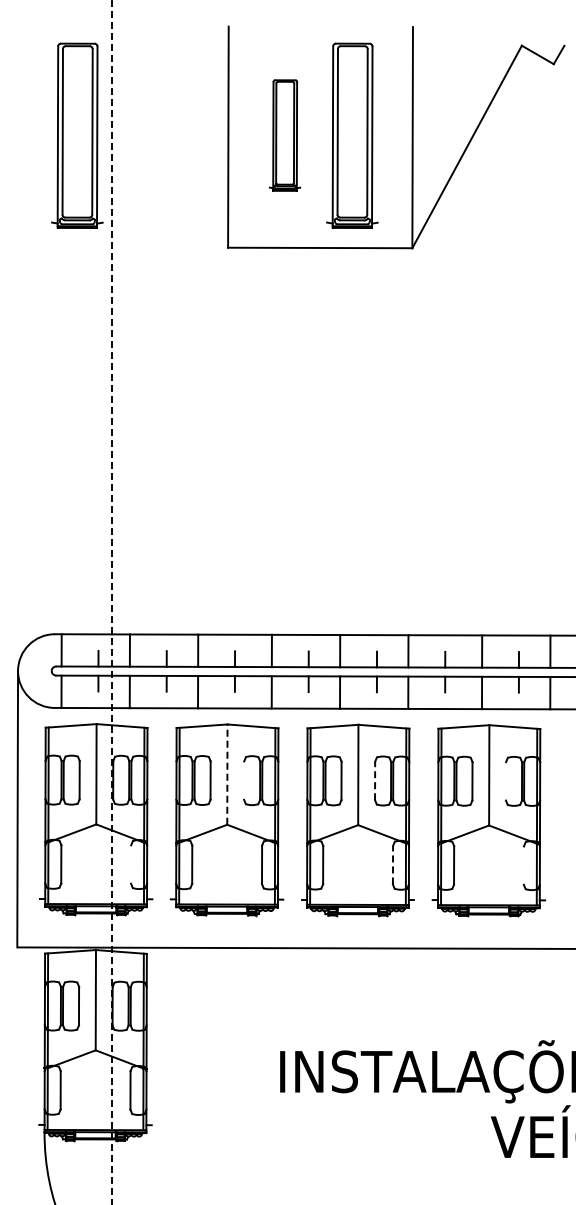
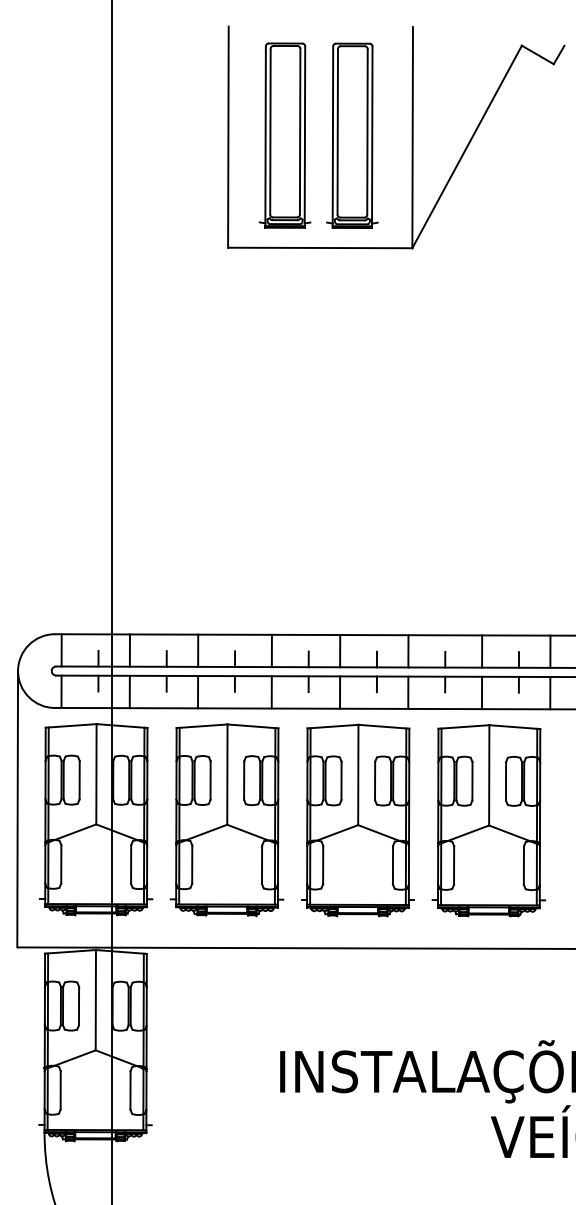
part at (77, 135): present -> none
part at (285, 135) size: 33x113 px -> 54x187 px
line at (112, 602): dashed -> solid
line at (227, 774): dashed -> solid
line at (244, 780): none -> present
line at (375, 780): dashed -> solid
line at (505, 781): none -> present
line at (131, 864): none -> present
line at (392, 864): dashed -> solid
line at (523, 865): none -> present
